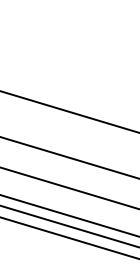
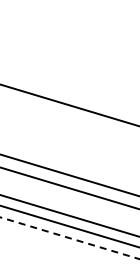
line at (69, 111) position: (69, 111) -> (69, 105)
line at (69, 157) position: (69, 157) -> (69, 175)
line at (70, 238): solid -> dashed
